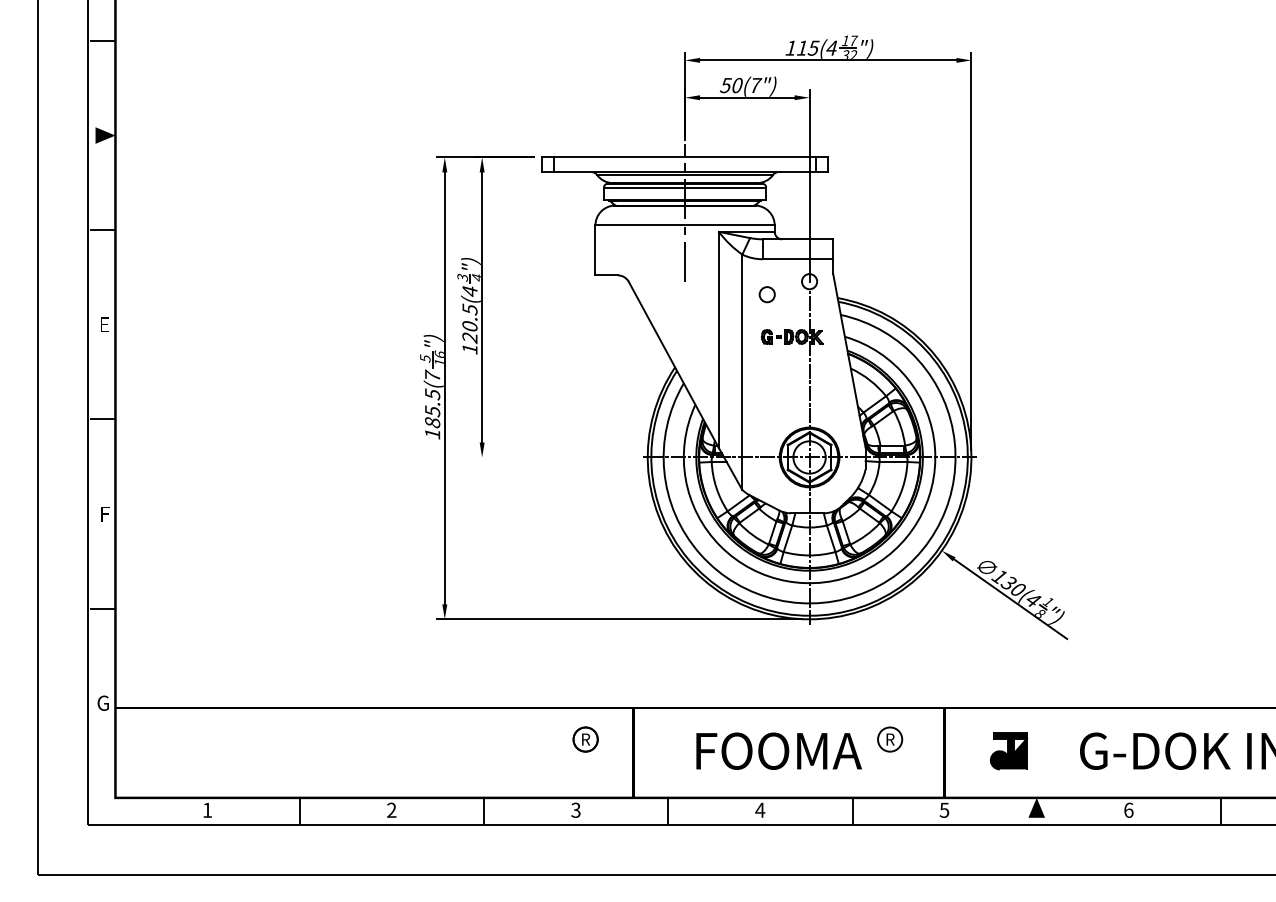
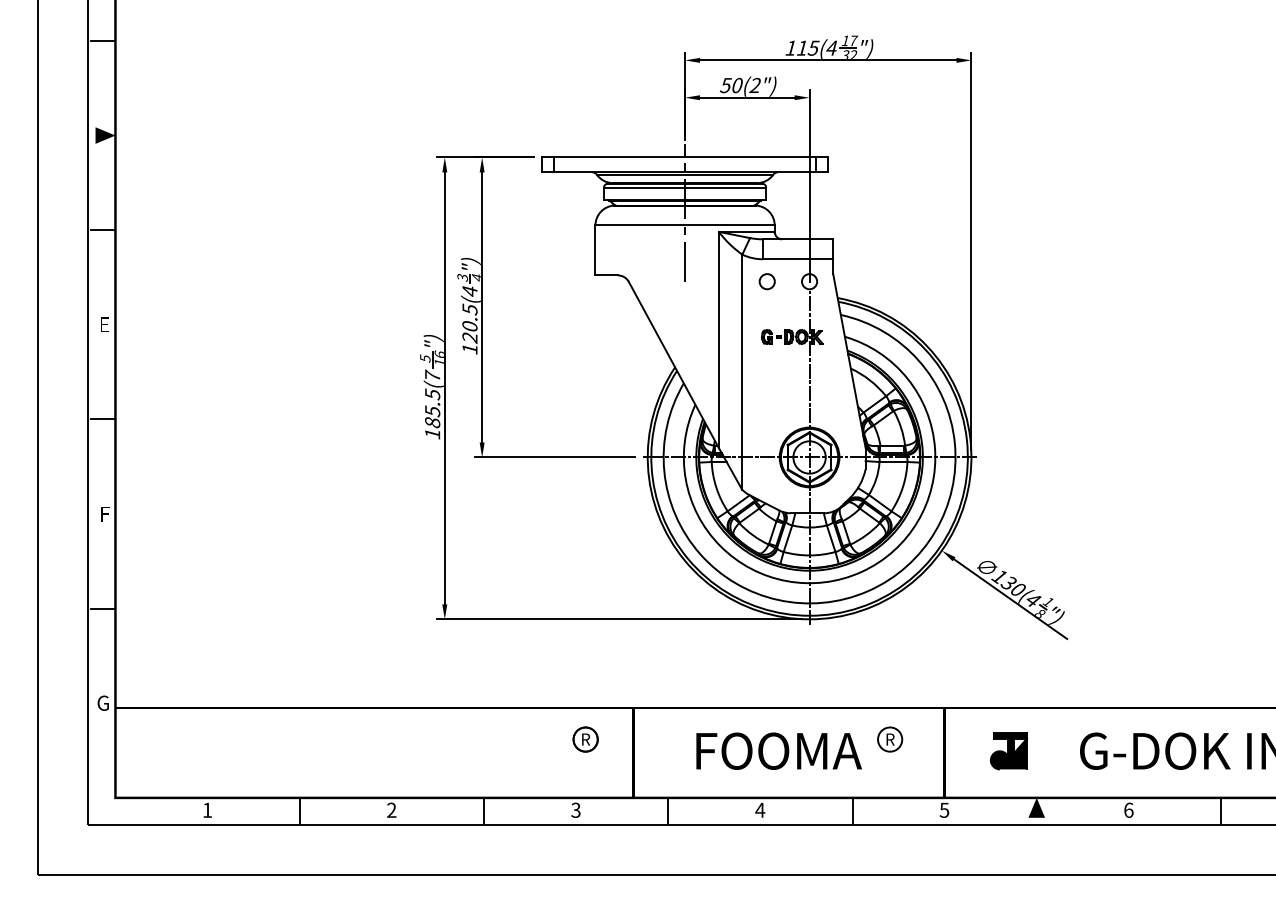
text at (755, 84): 50(7") -> 50(2")
circle at (766, 294) position: (766, 294) -> (766, 281)
line at (554, 457): none -> present
